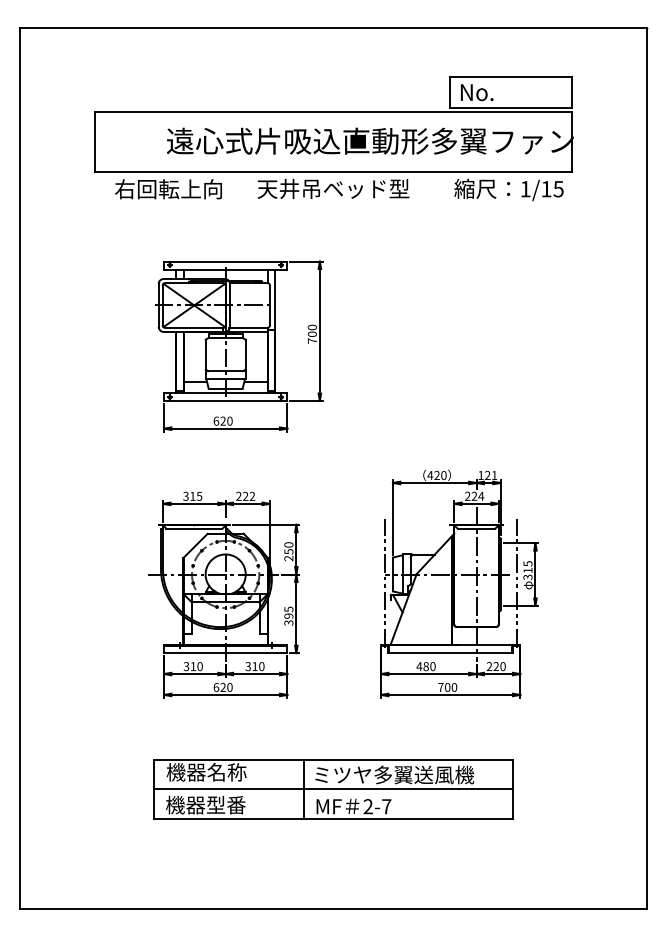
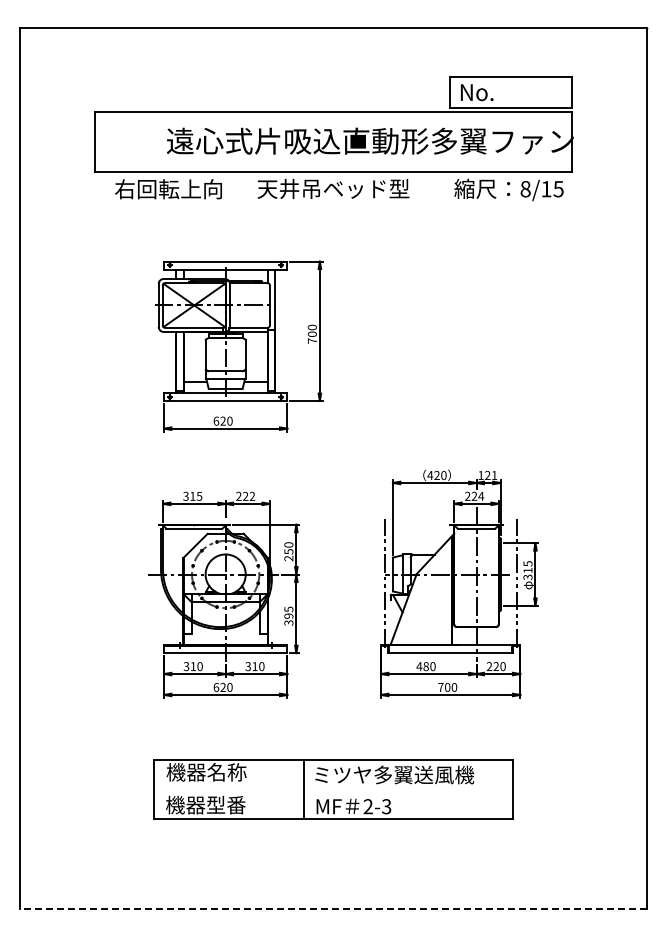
text at (525, 189): 1/15 -> 8/15
line at (333, 789): present -> none
text at (386, 806): 2-7 -> 2-3
line at (333, 908): solid -> dashed
